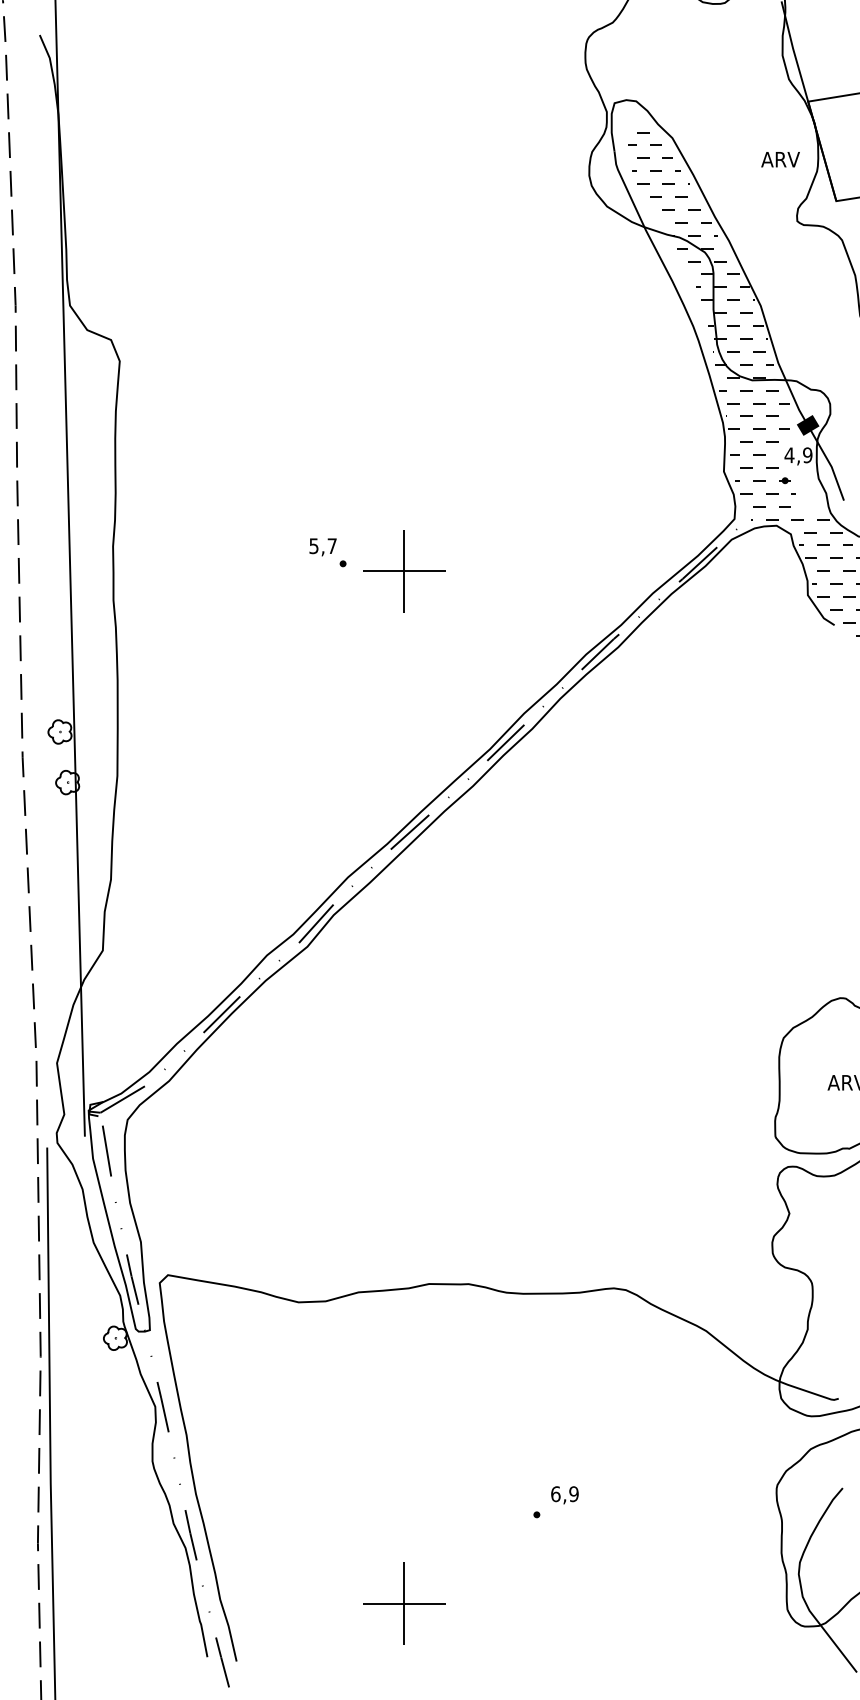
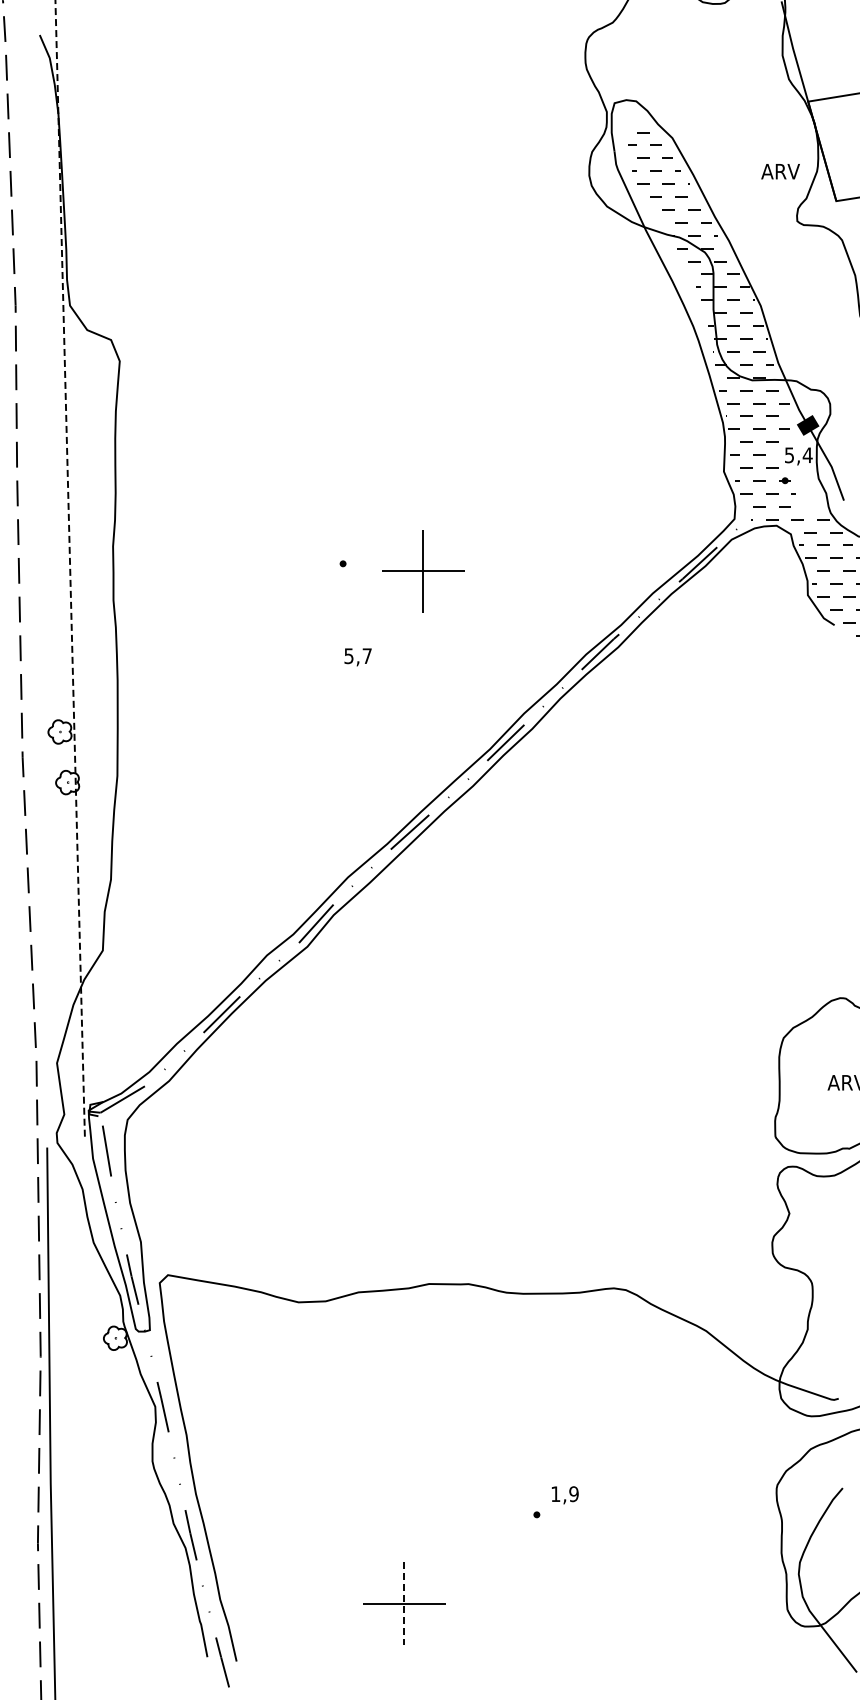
text at (780, 159) position: (780, 159) -> (780, 171)
text at (798, 455): 4,9 -> 5,4
text at (322, 547) position: (322, 547) -> (357, 657)
line at (70, 568): solid -> dashed
part at (404, 571) position: (404, 571) -> (423, 571)
text at (555, 1494): 6,9 -> 1,9
line at (404, 1604): solid -> dashed
